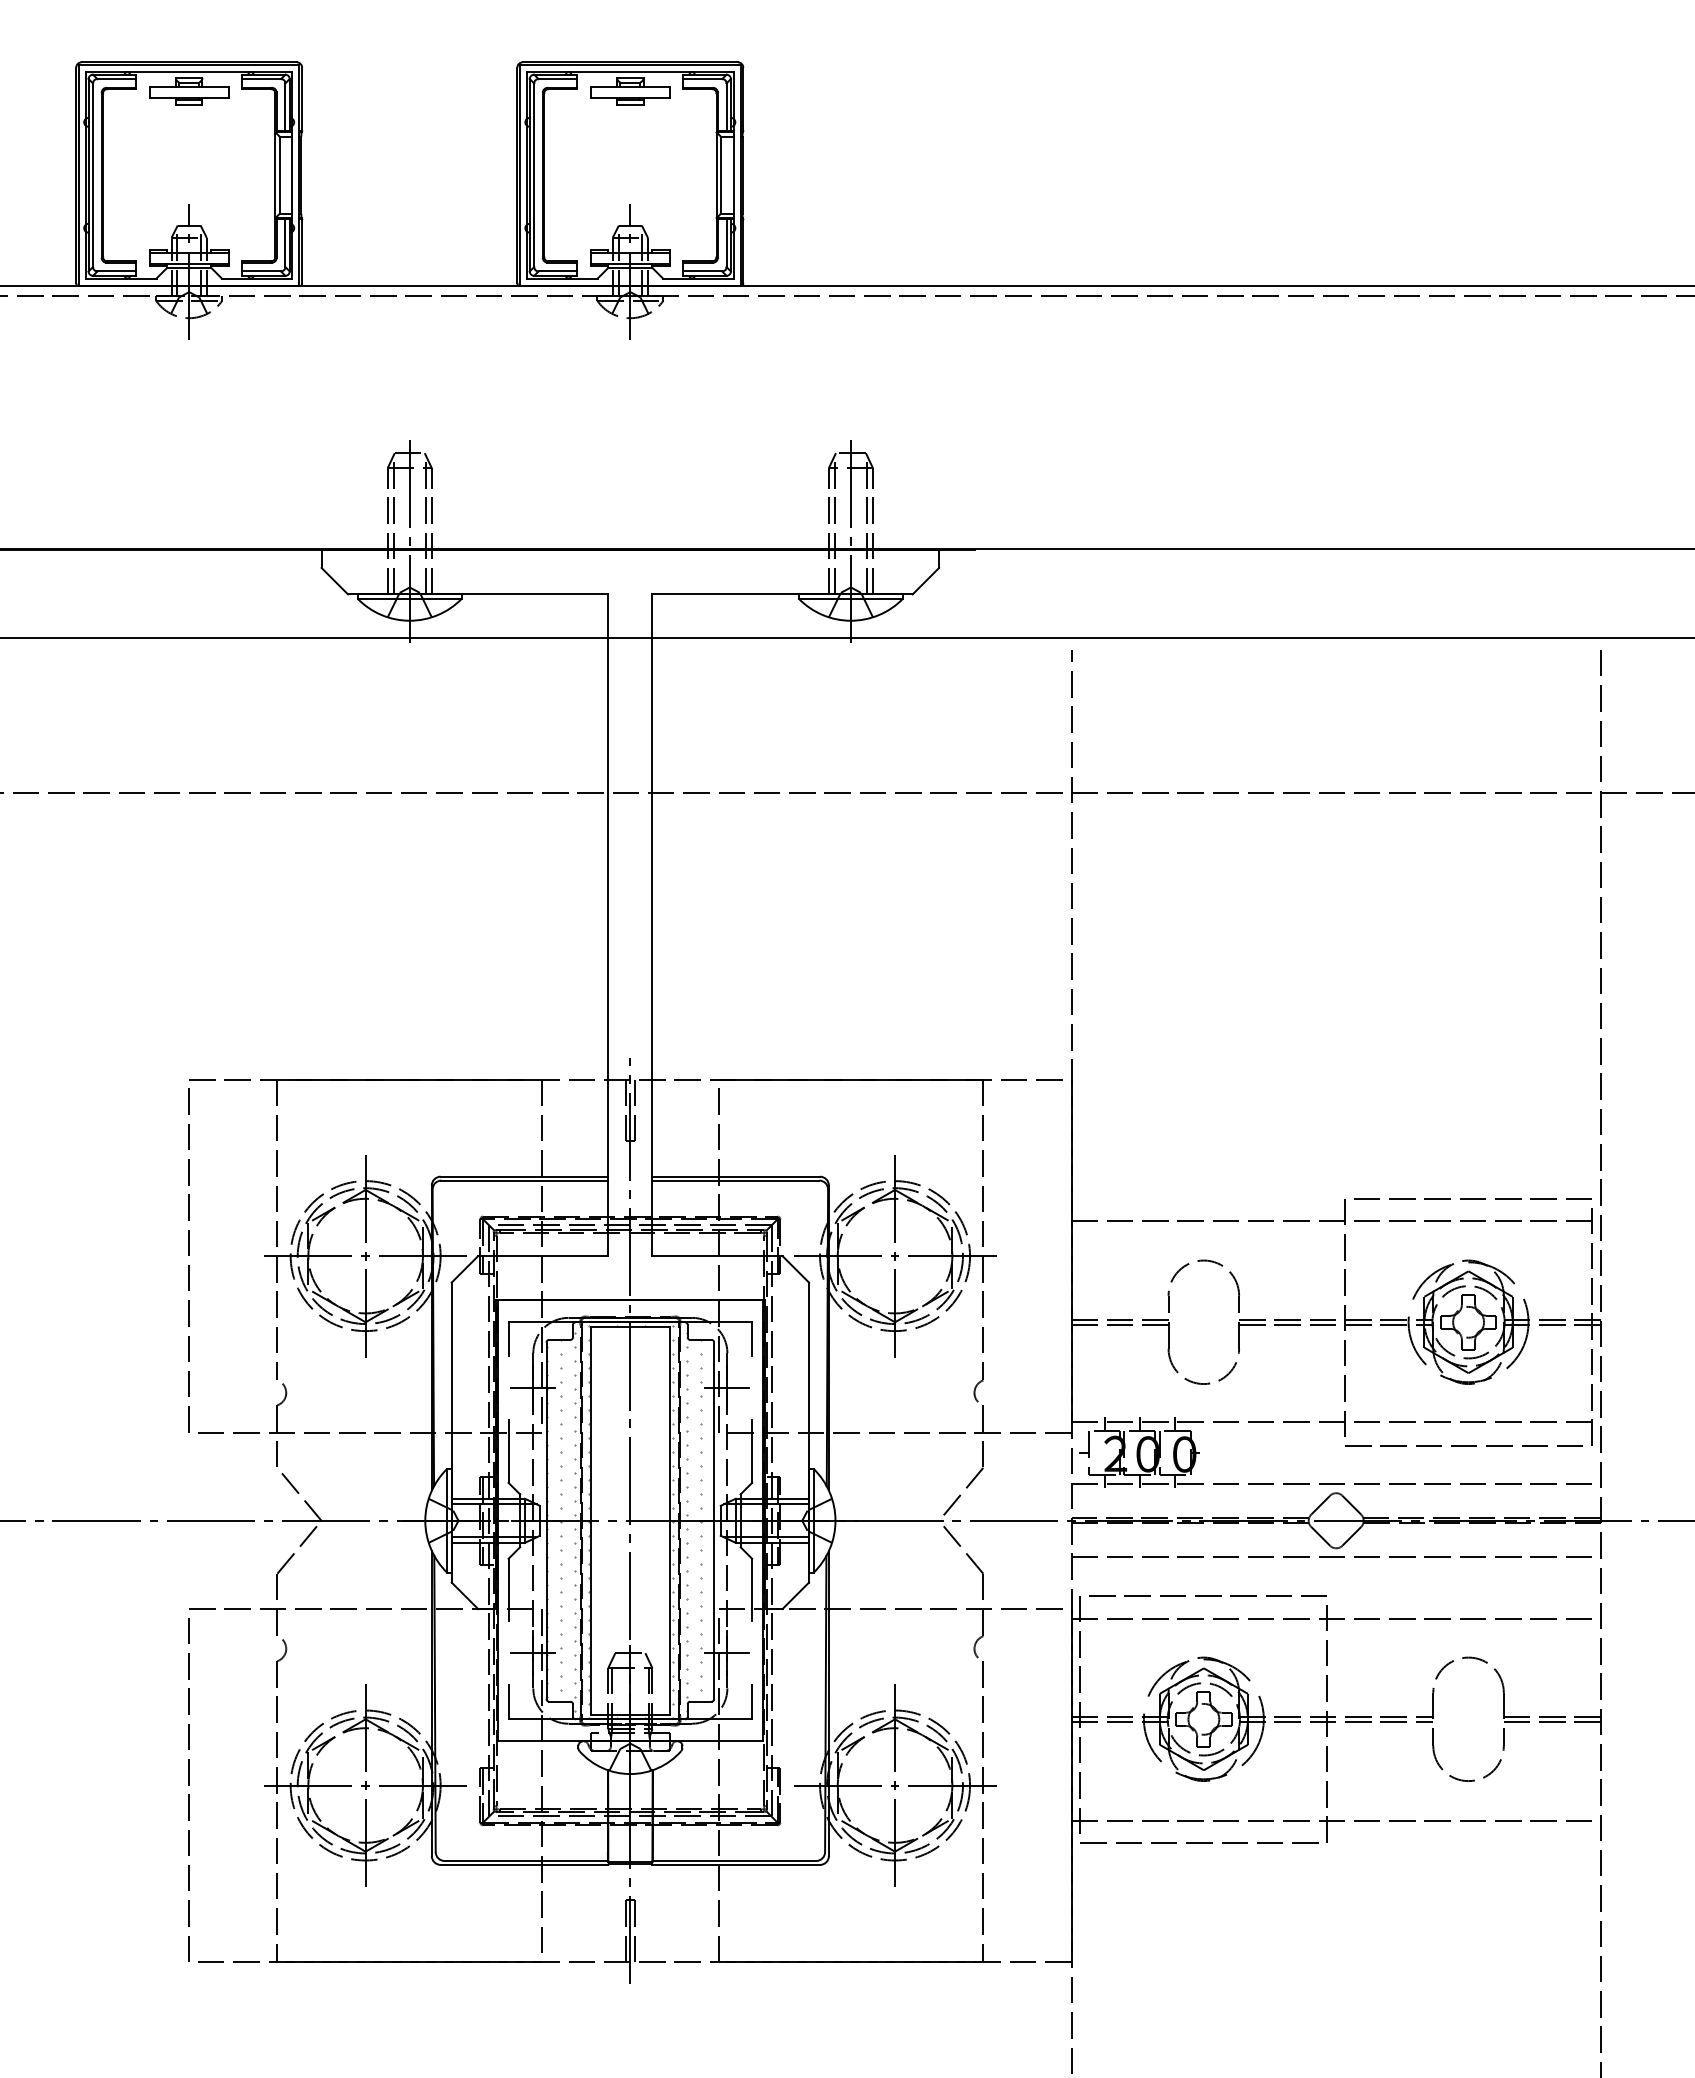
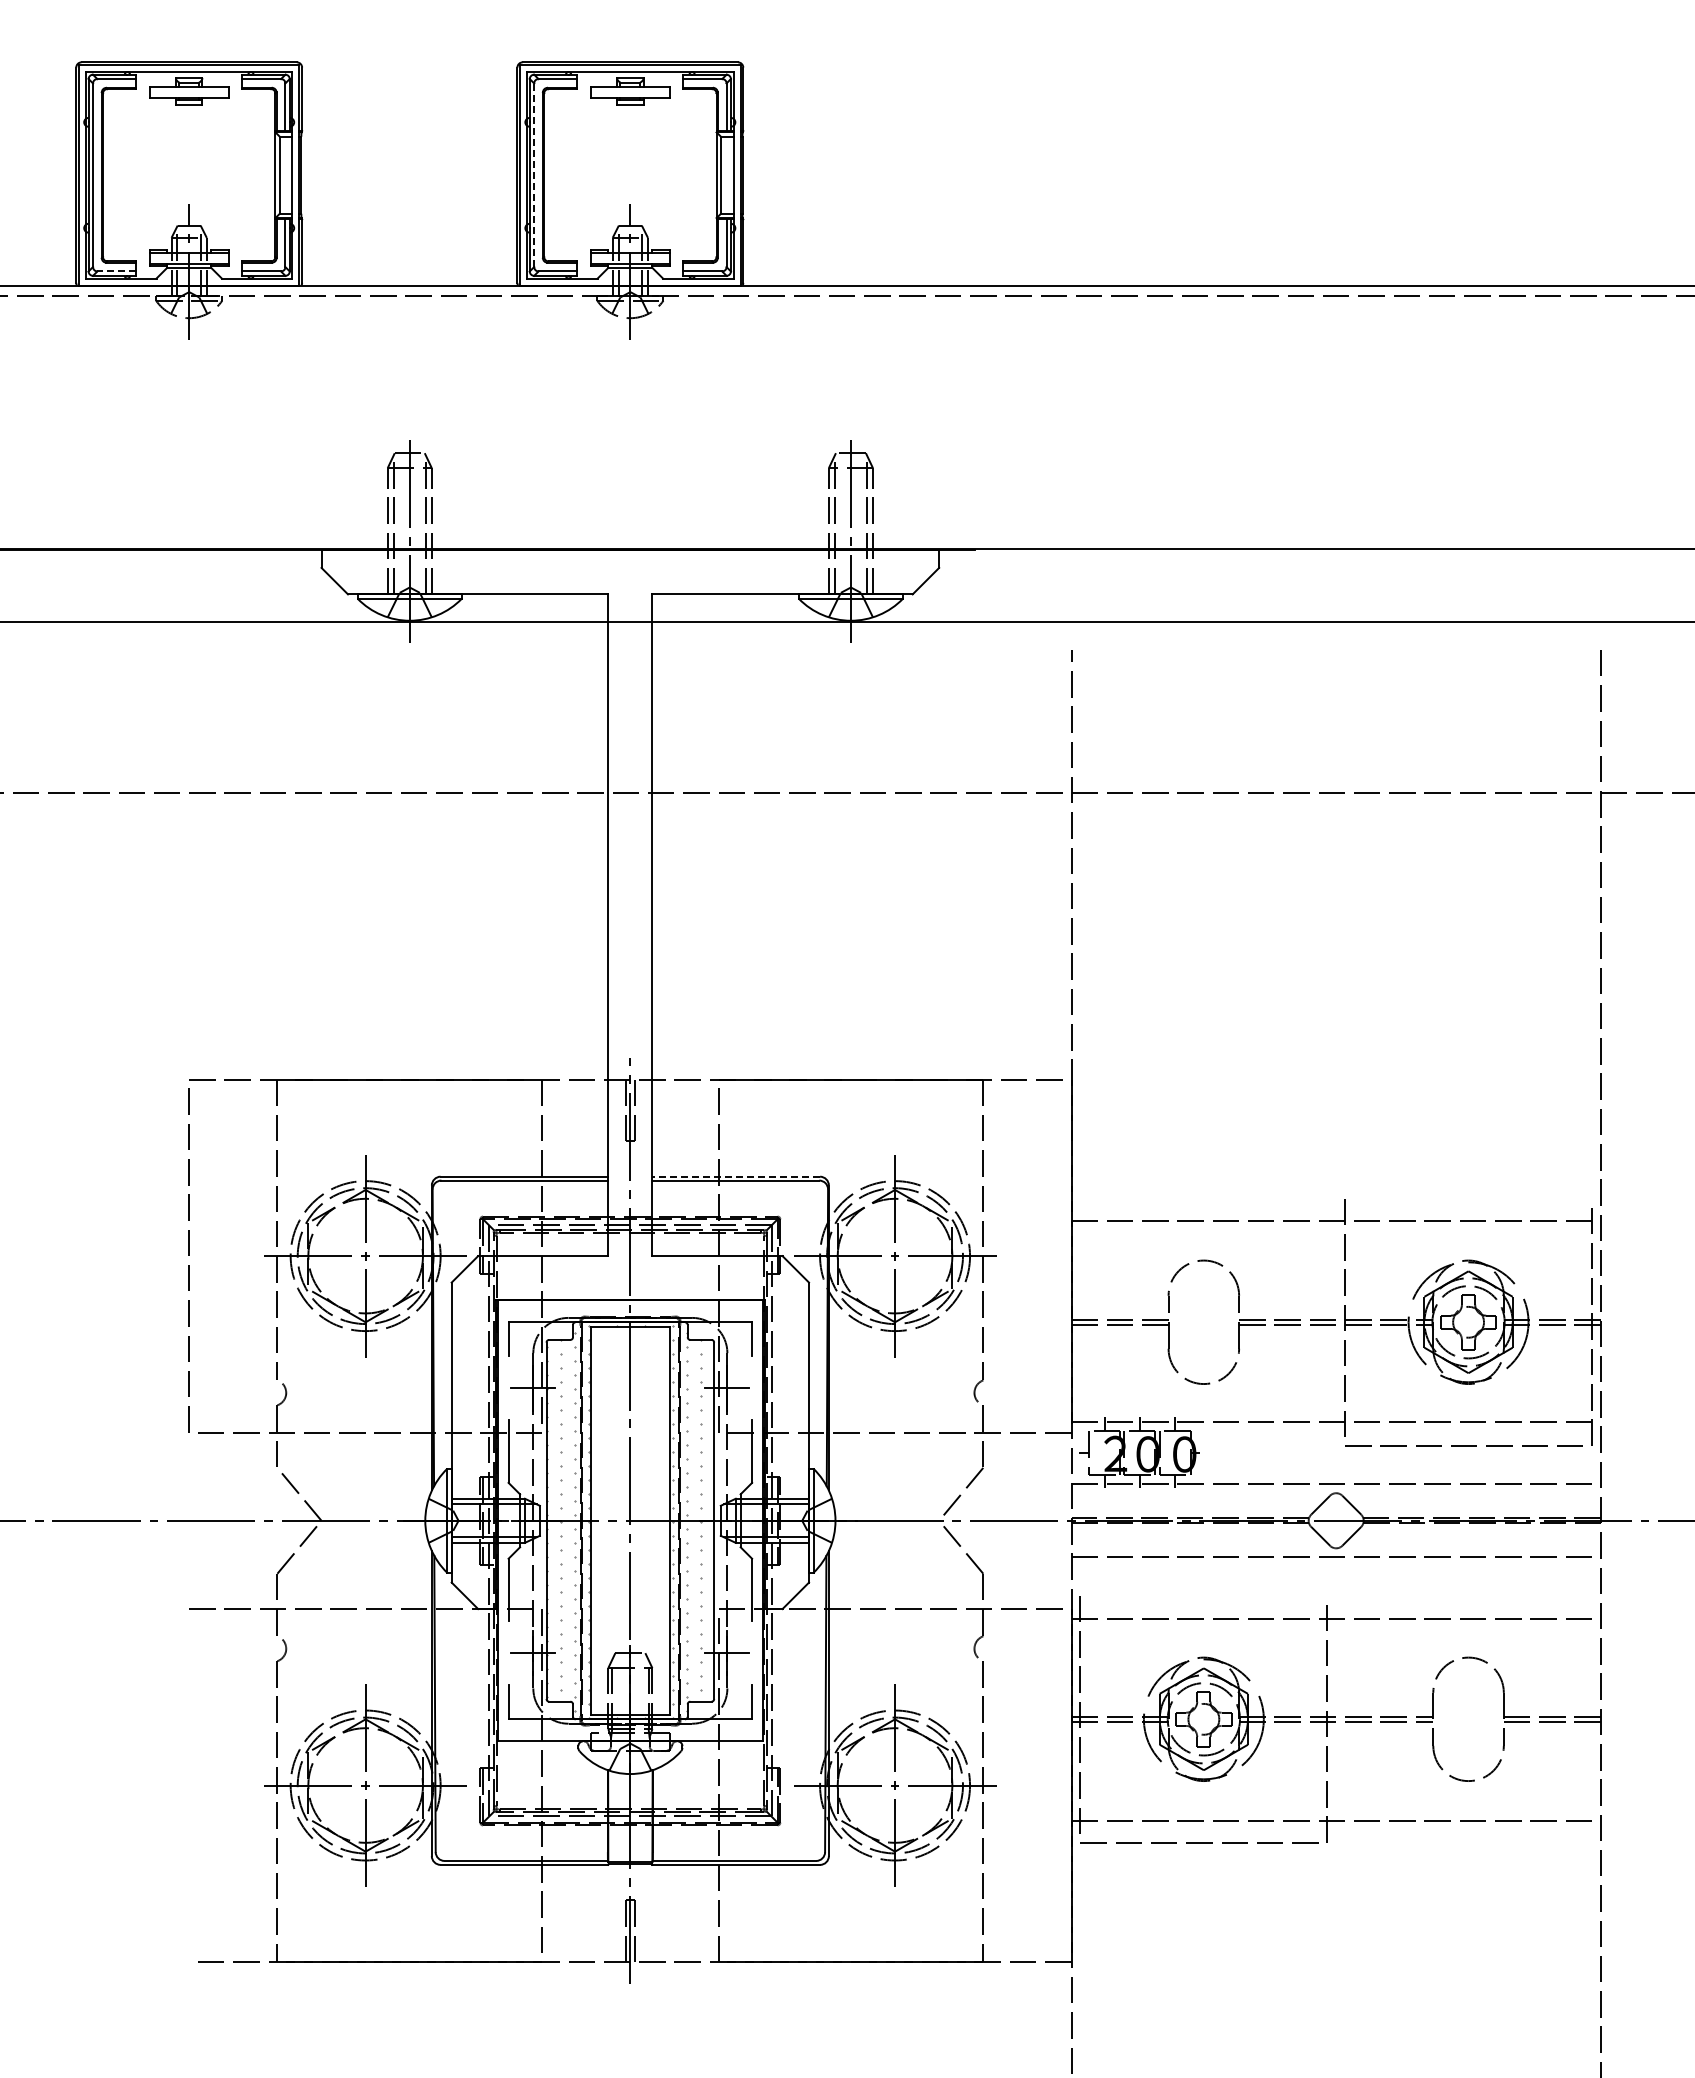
line at (534, 175): solid -> dashed
line at (116, 271): solid -> dashed
line at (846, 638) position: (846, 638) -> (846, 622)
line at (736, 1176): solid -> dashed
line at (1472, 1198): present -> none
line at (1207, 1595): present -> none
line at (188, 1785): present -> none
